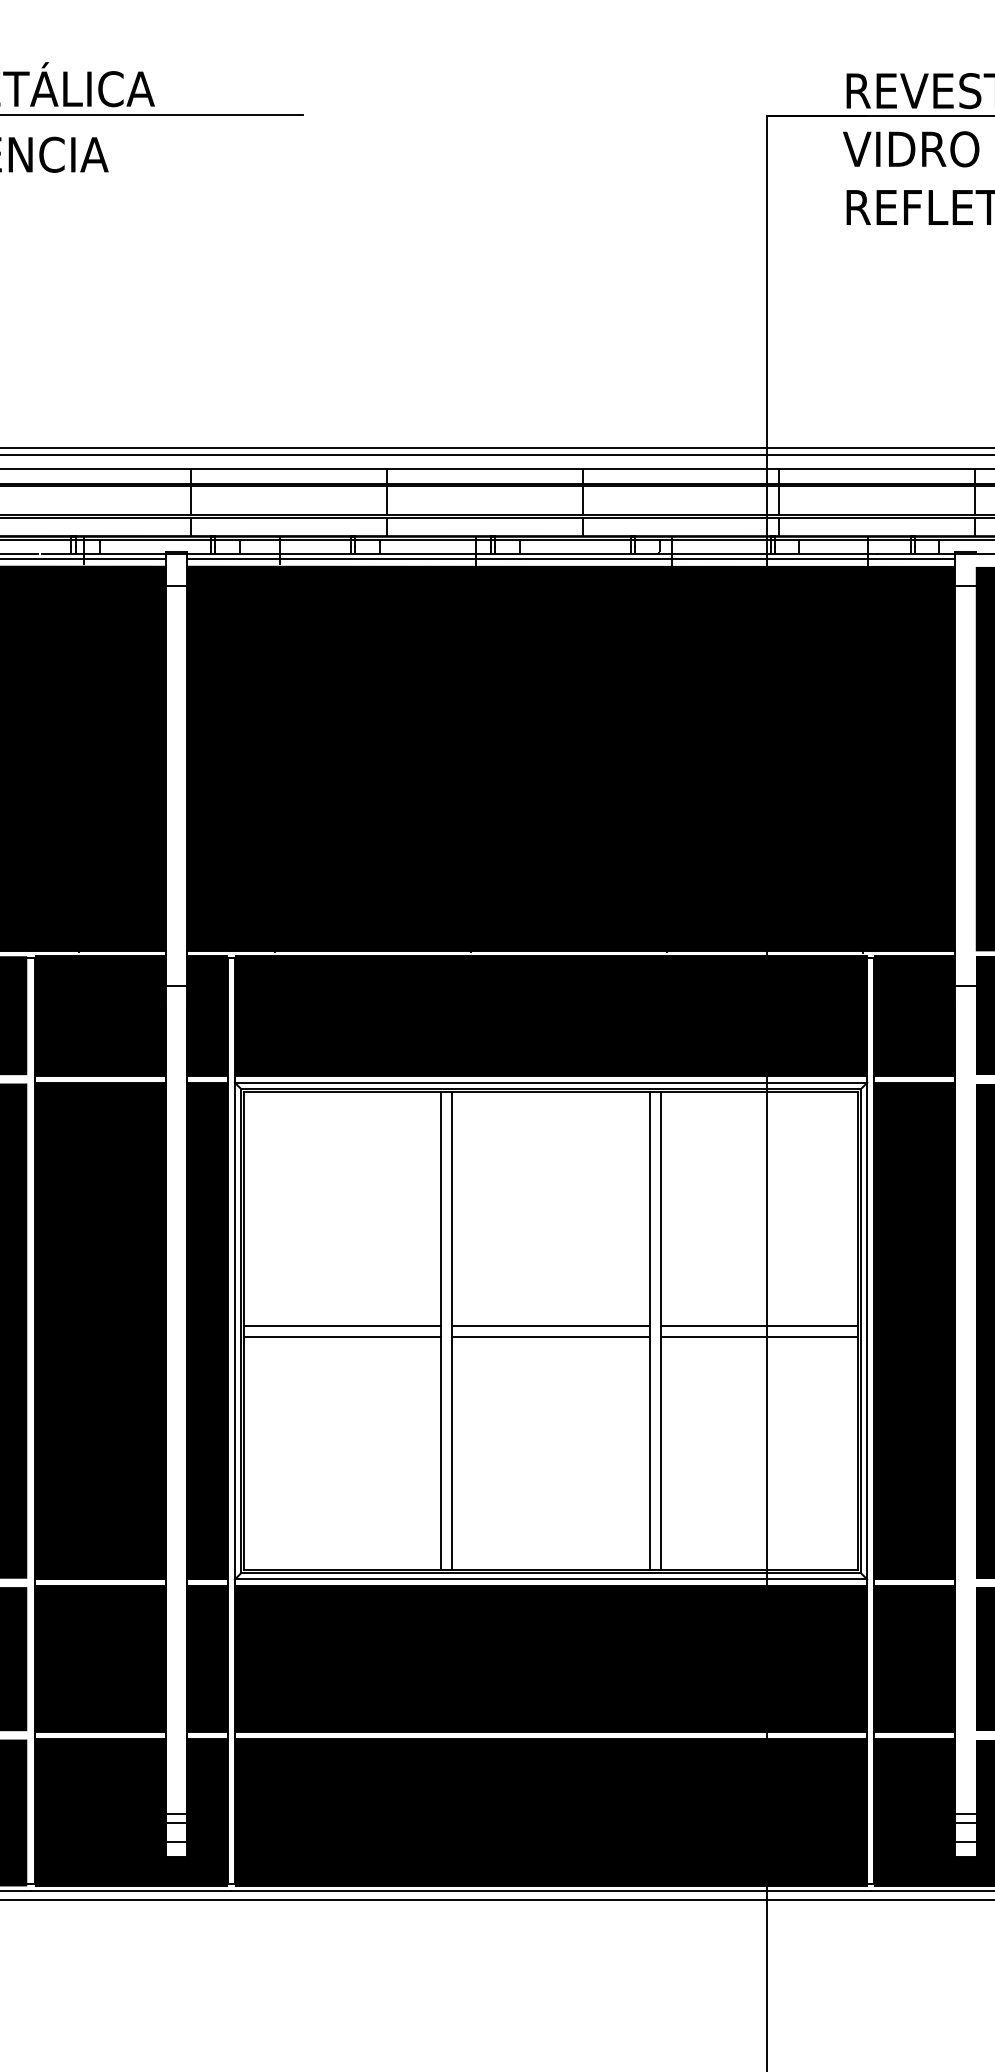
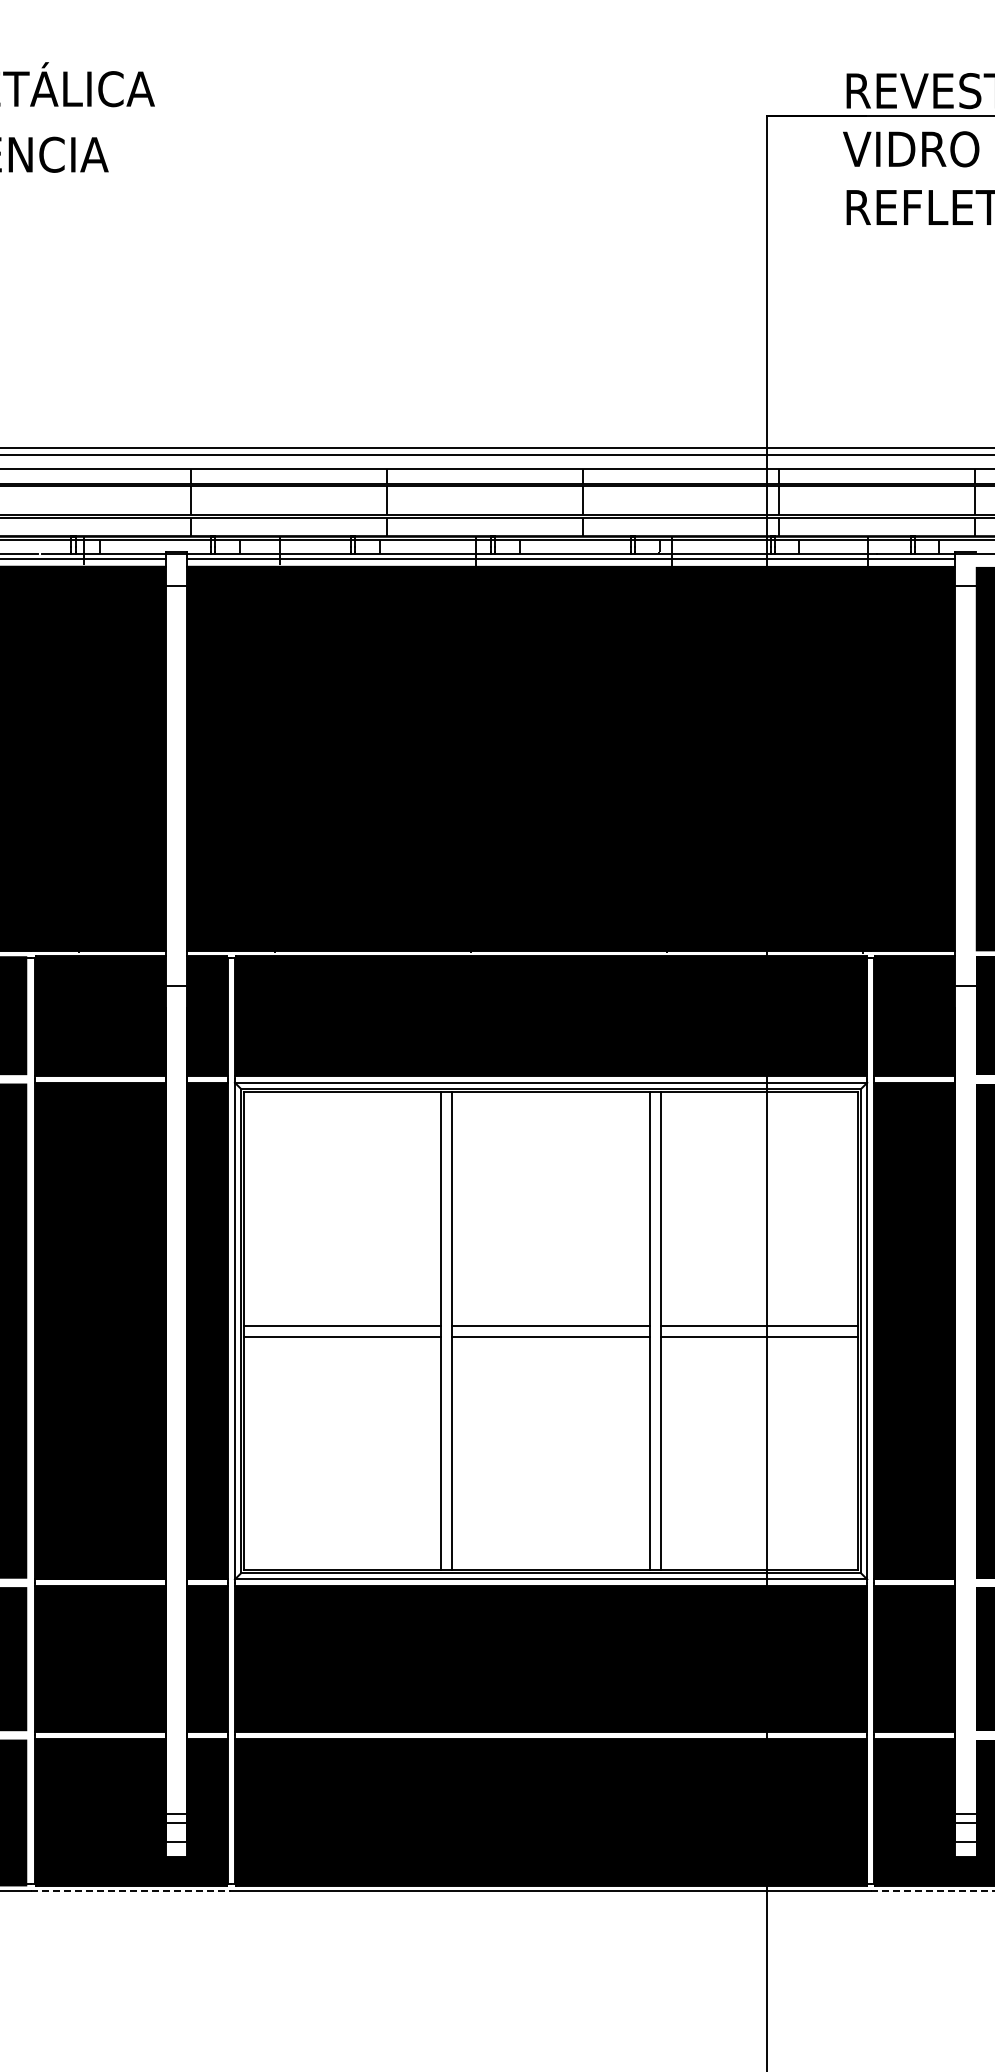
line at (152, 115): present -> none
line at (131, 1891): solid -> dashed
line at (932, 1891): solid -> dashed
line at (496, 1900): present -> none
